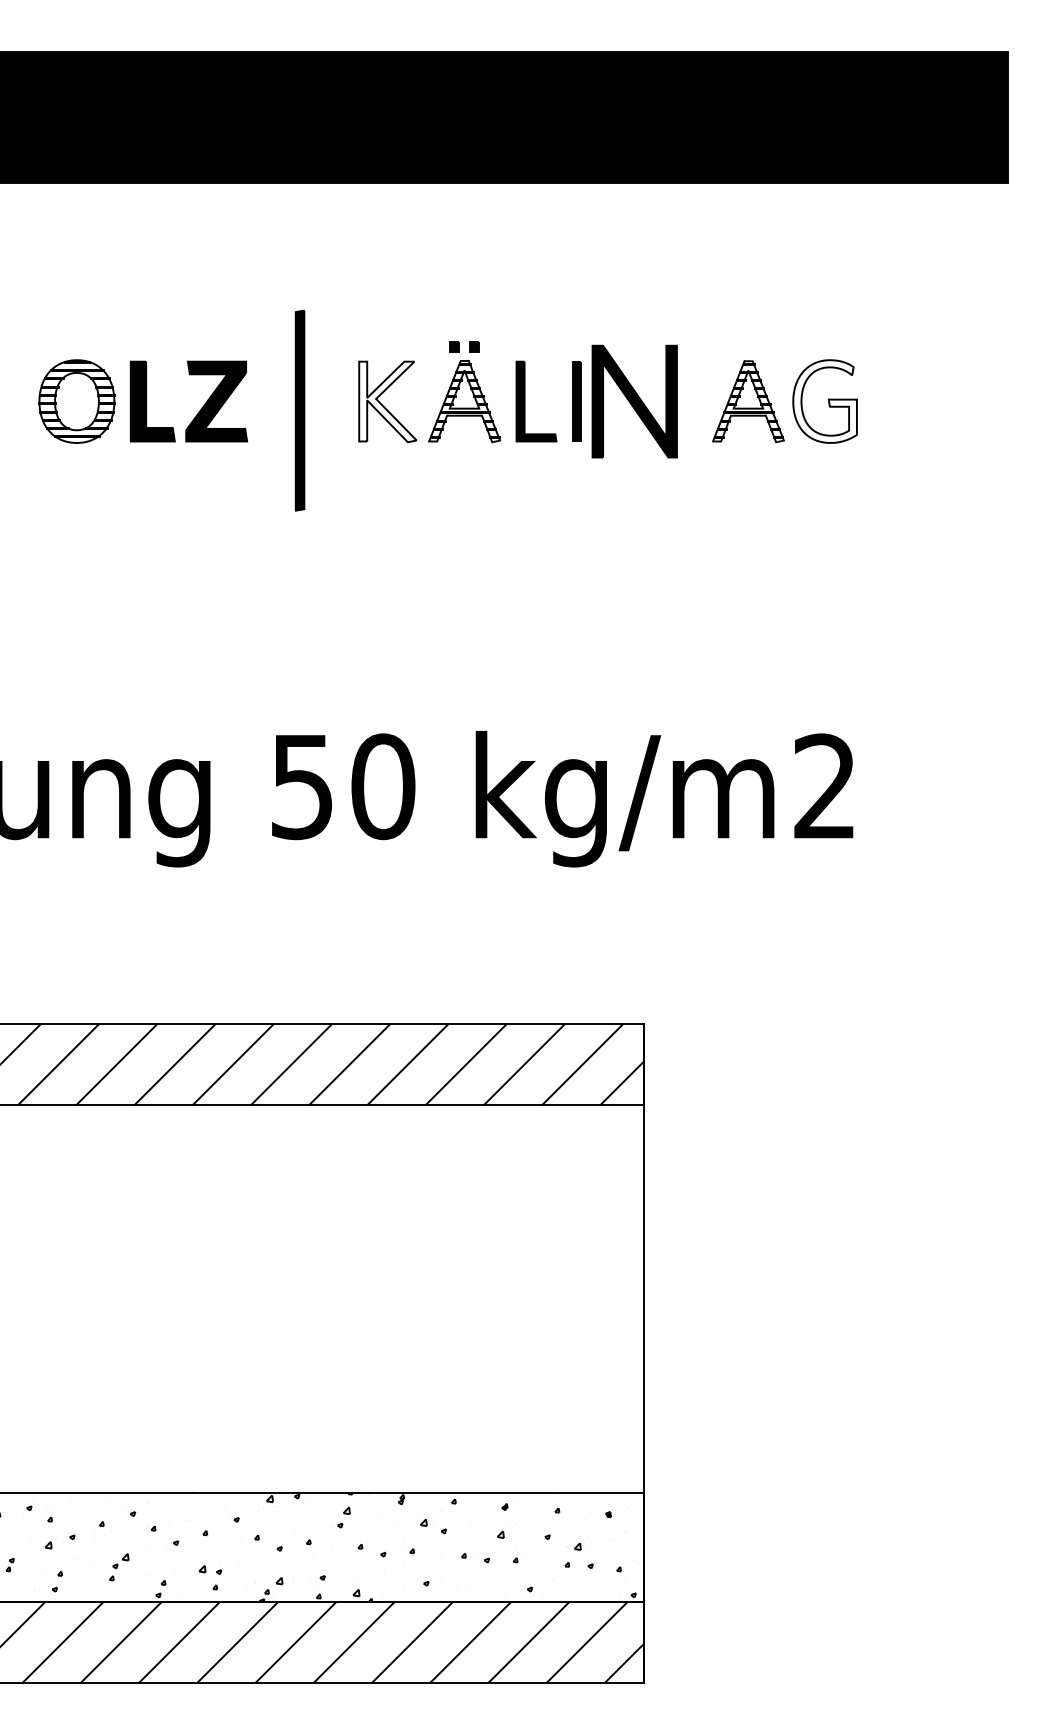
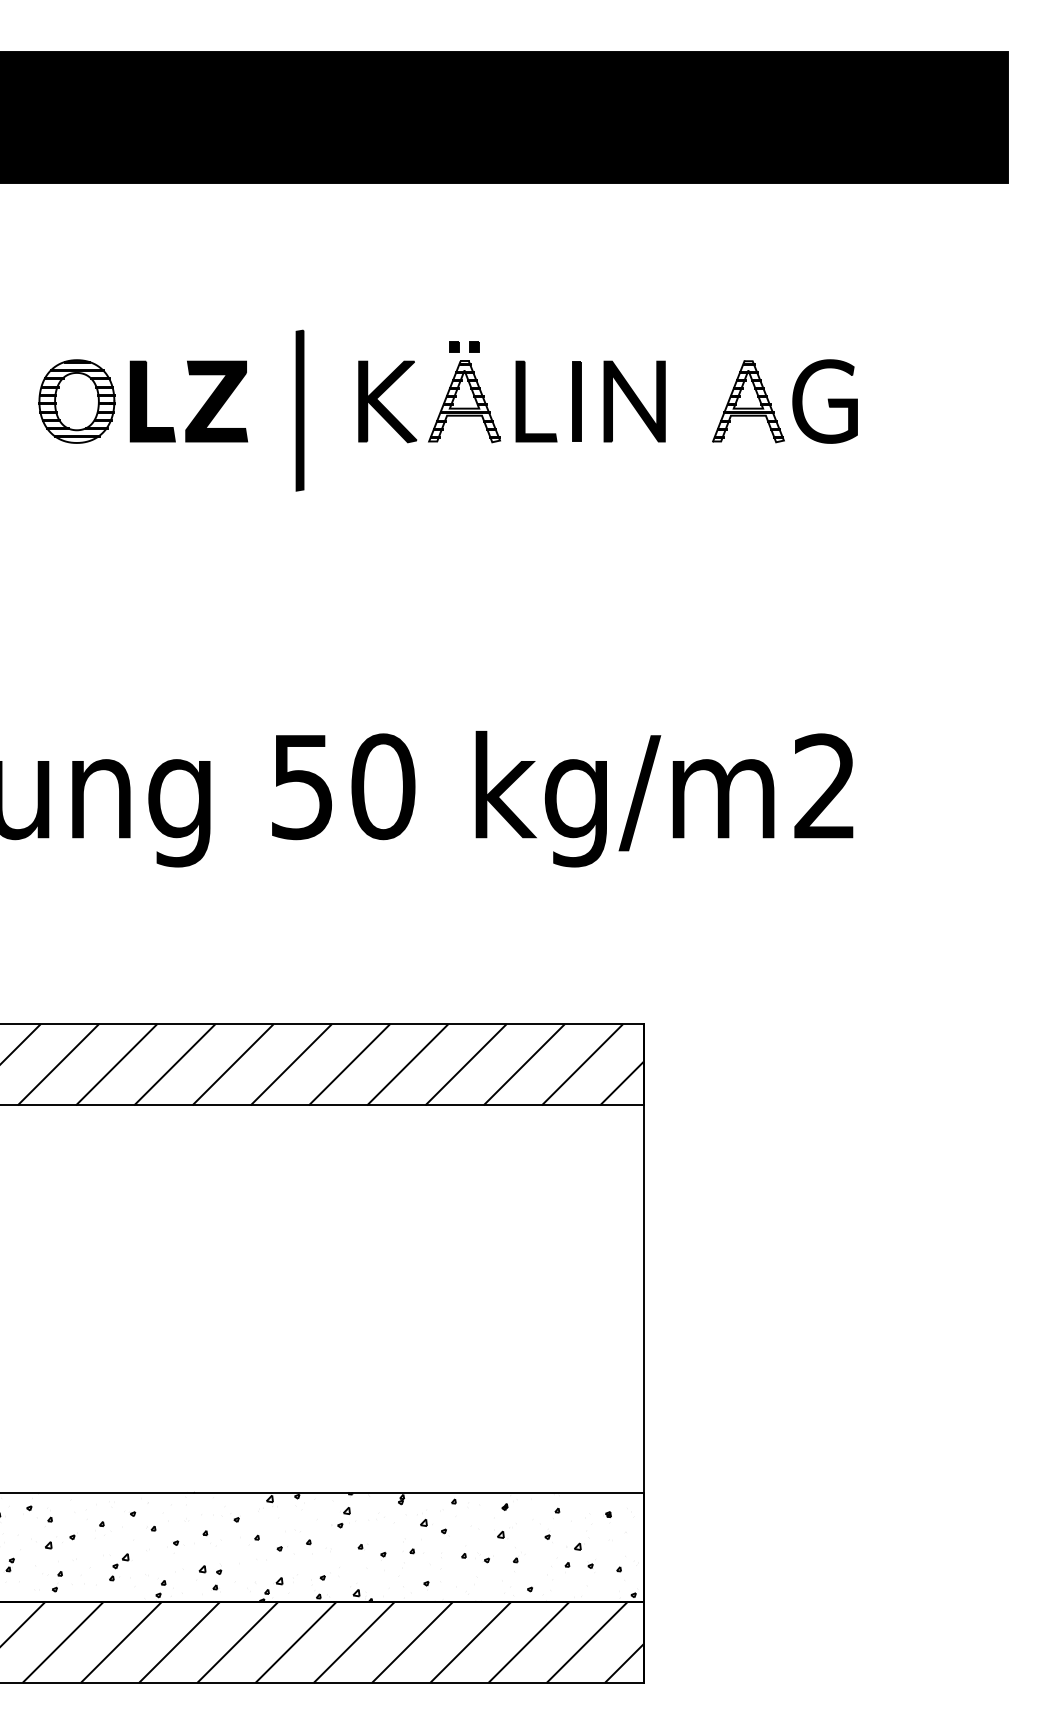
fill at (387, 401): none -> present
part at (634, 401) size: 87x115 px -> 63x83 px
fill at (824, 401): none -> present
part at (299, 410) size: 12x203 px -> 10x163 px
